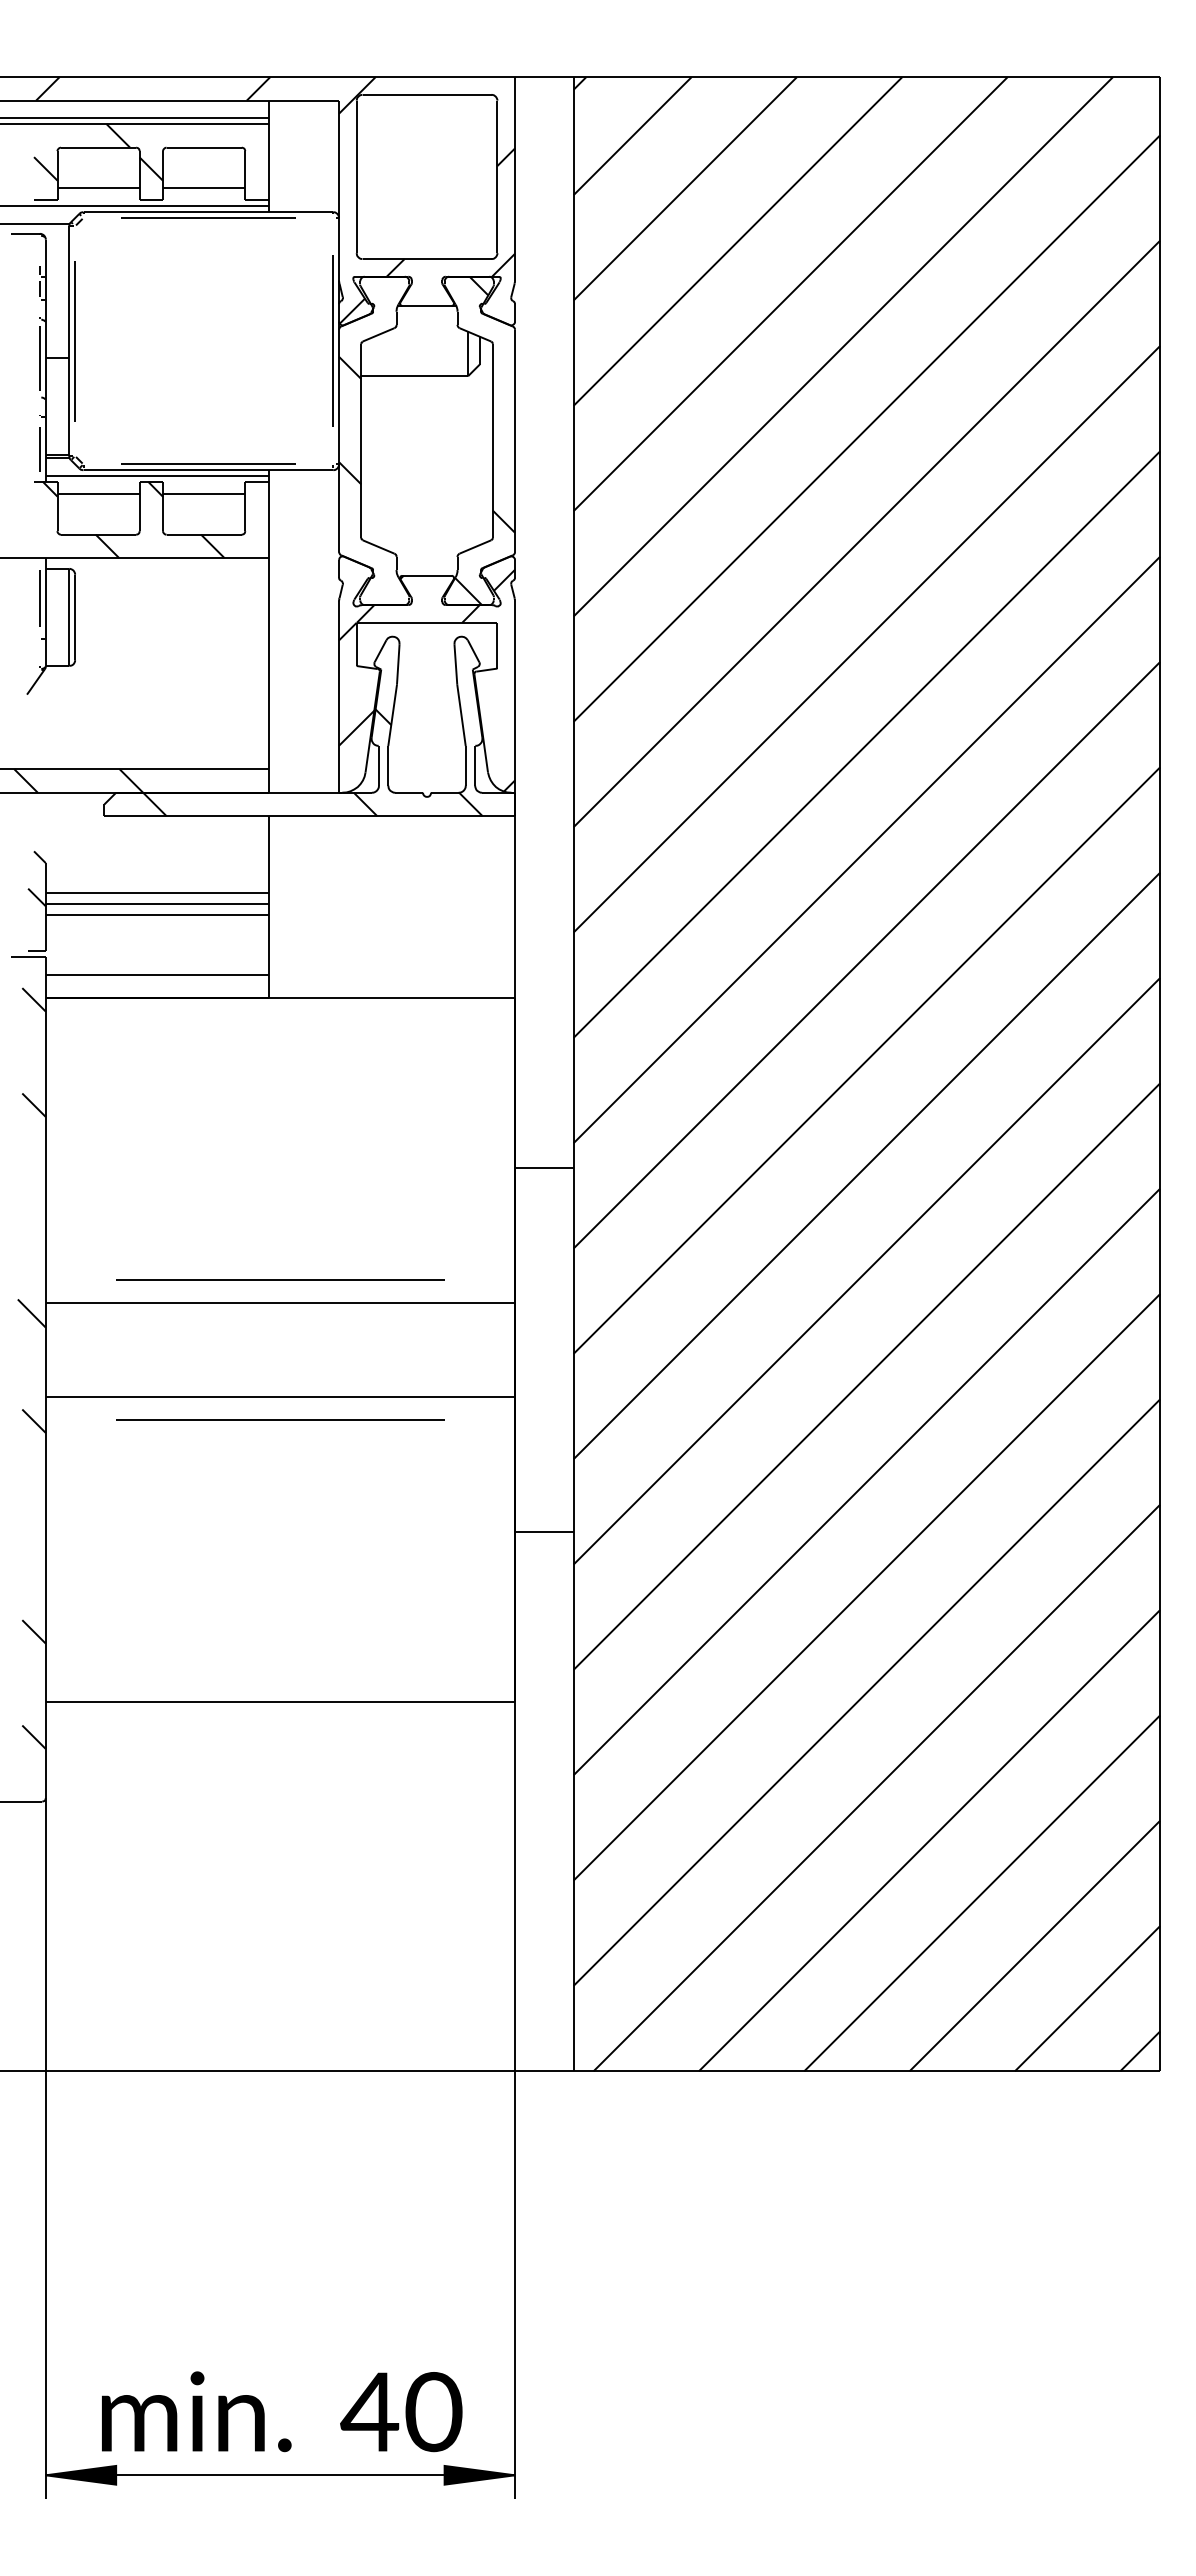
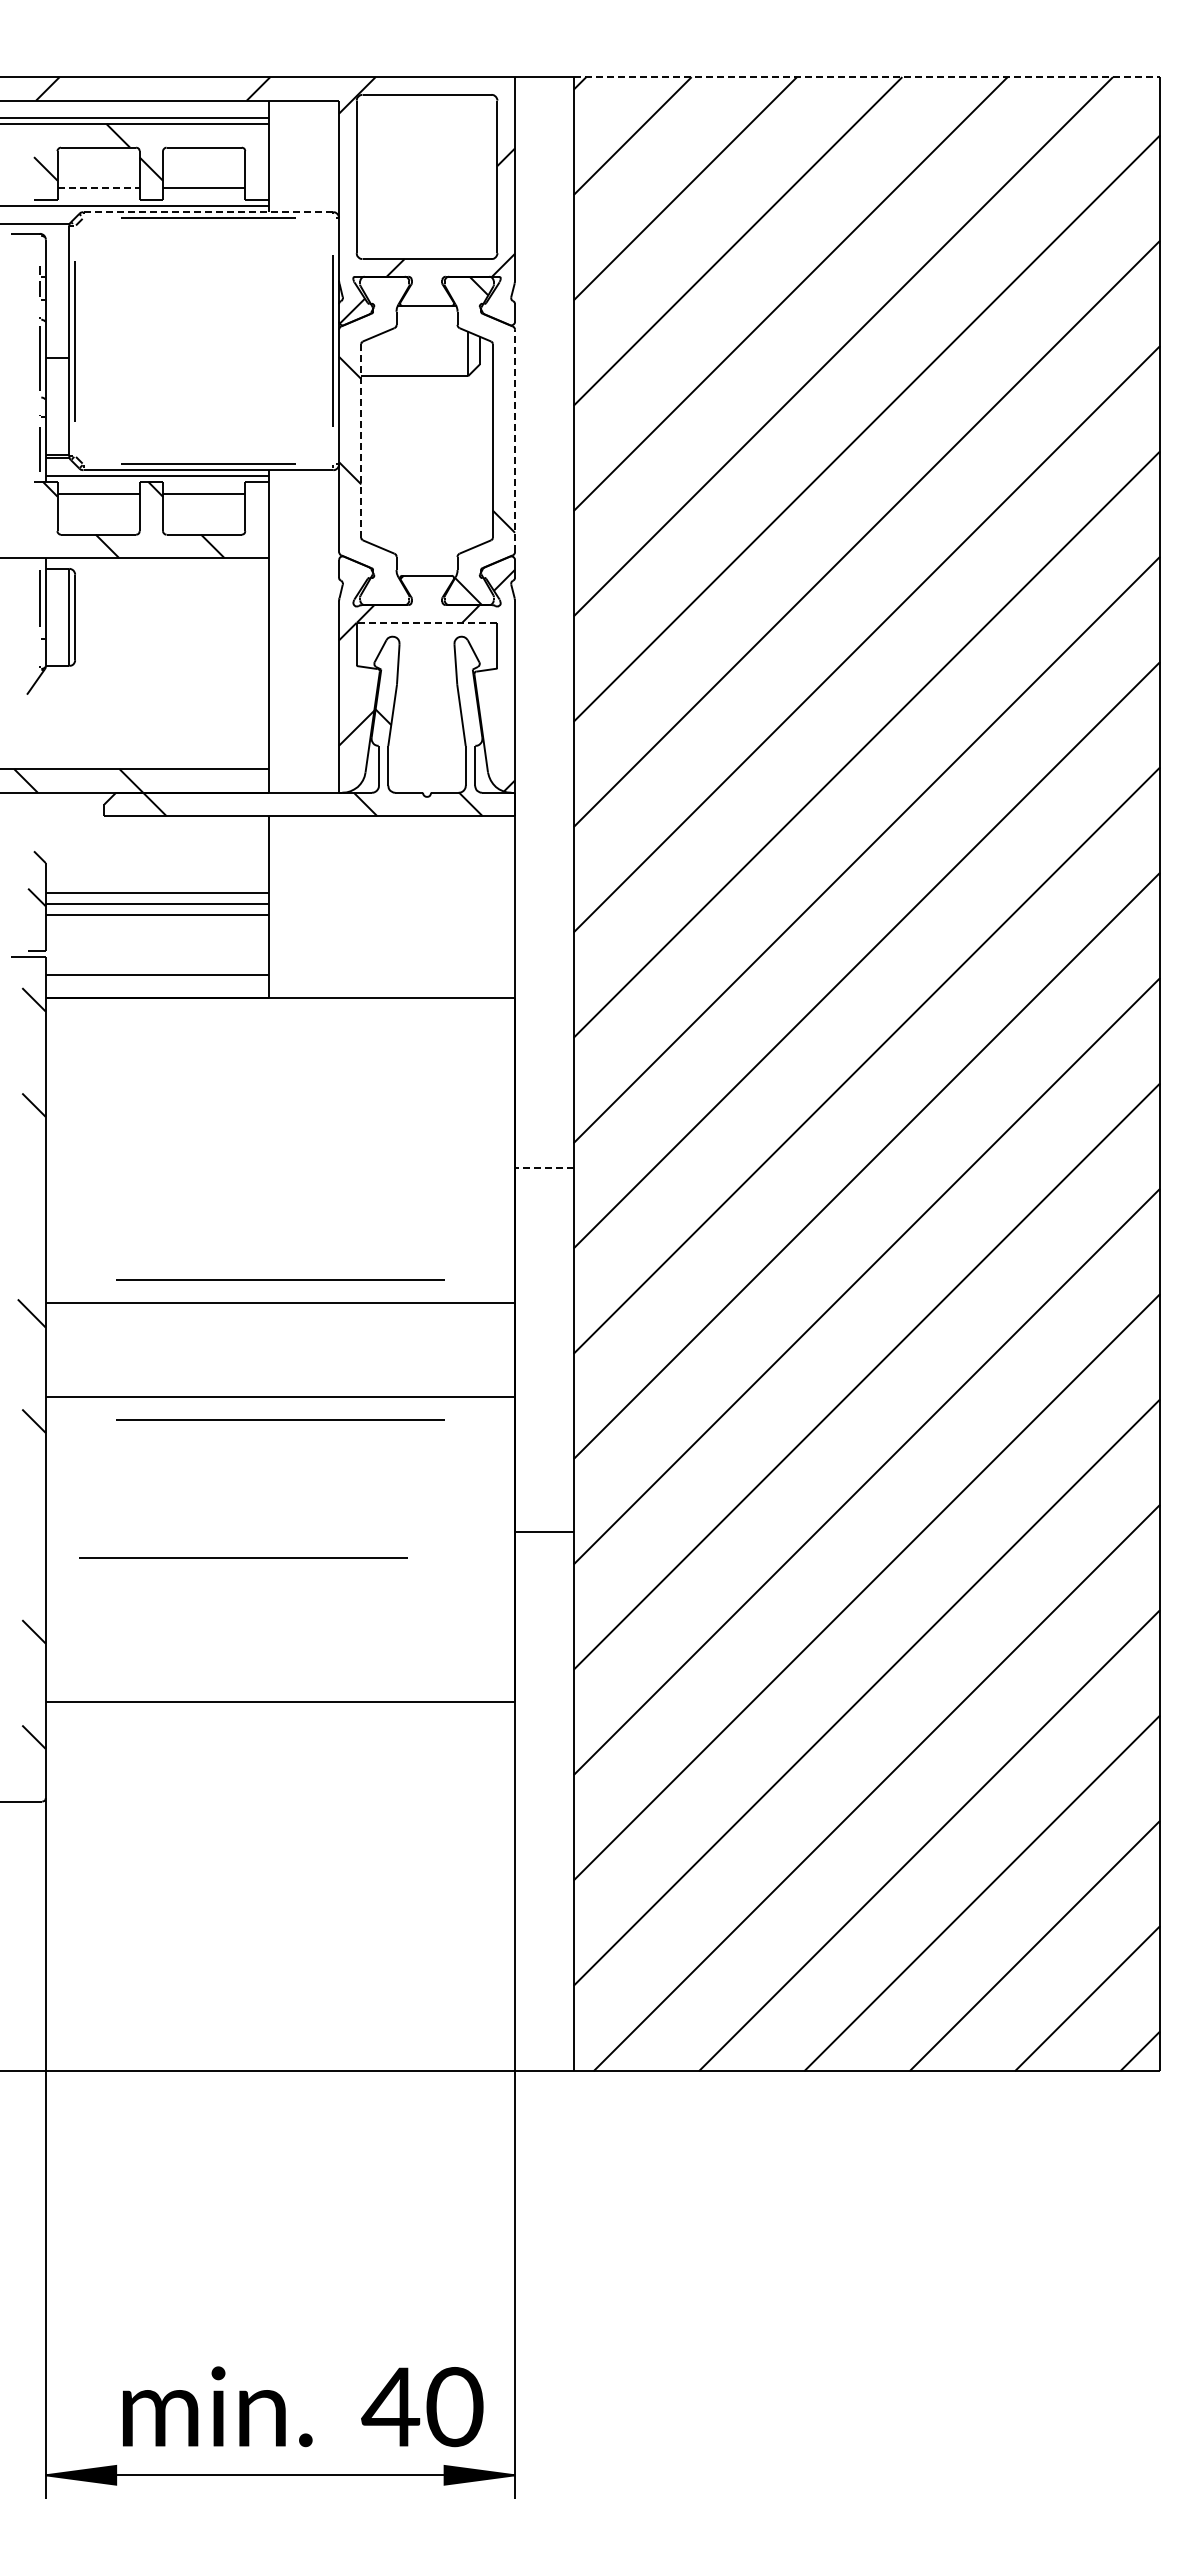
line at (867, 77): solid -> dashed
line at (99, 188): solid -> dashed
line at (208, 212): solid -> dashed
line at (361, 440): solid -> dashed
line at (514, 440): solid -> dashed
line at (426, 622): solid -> dashed
line at (543, 1168): solid -> dashed
line at (243, 1557): none -> present
text at (282, 2411) position: (282, 2411) -> (303, 2406)
